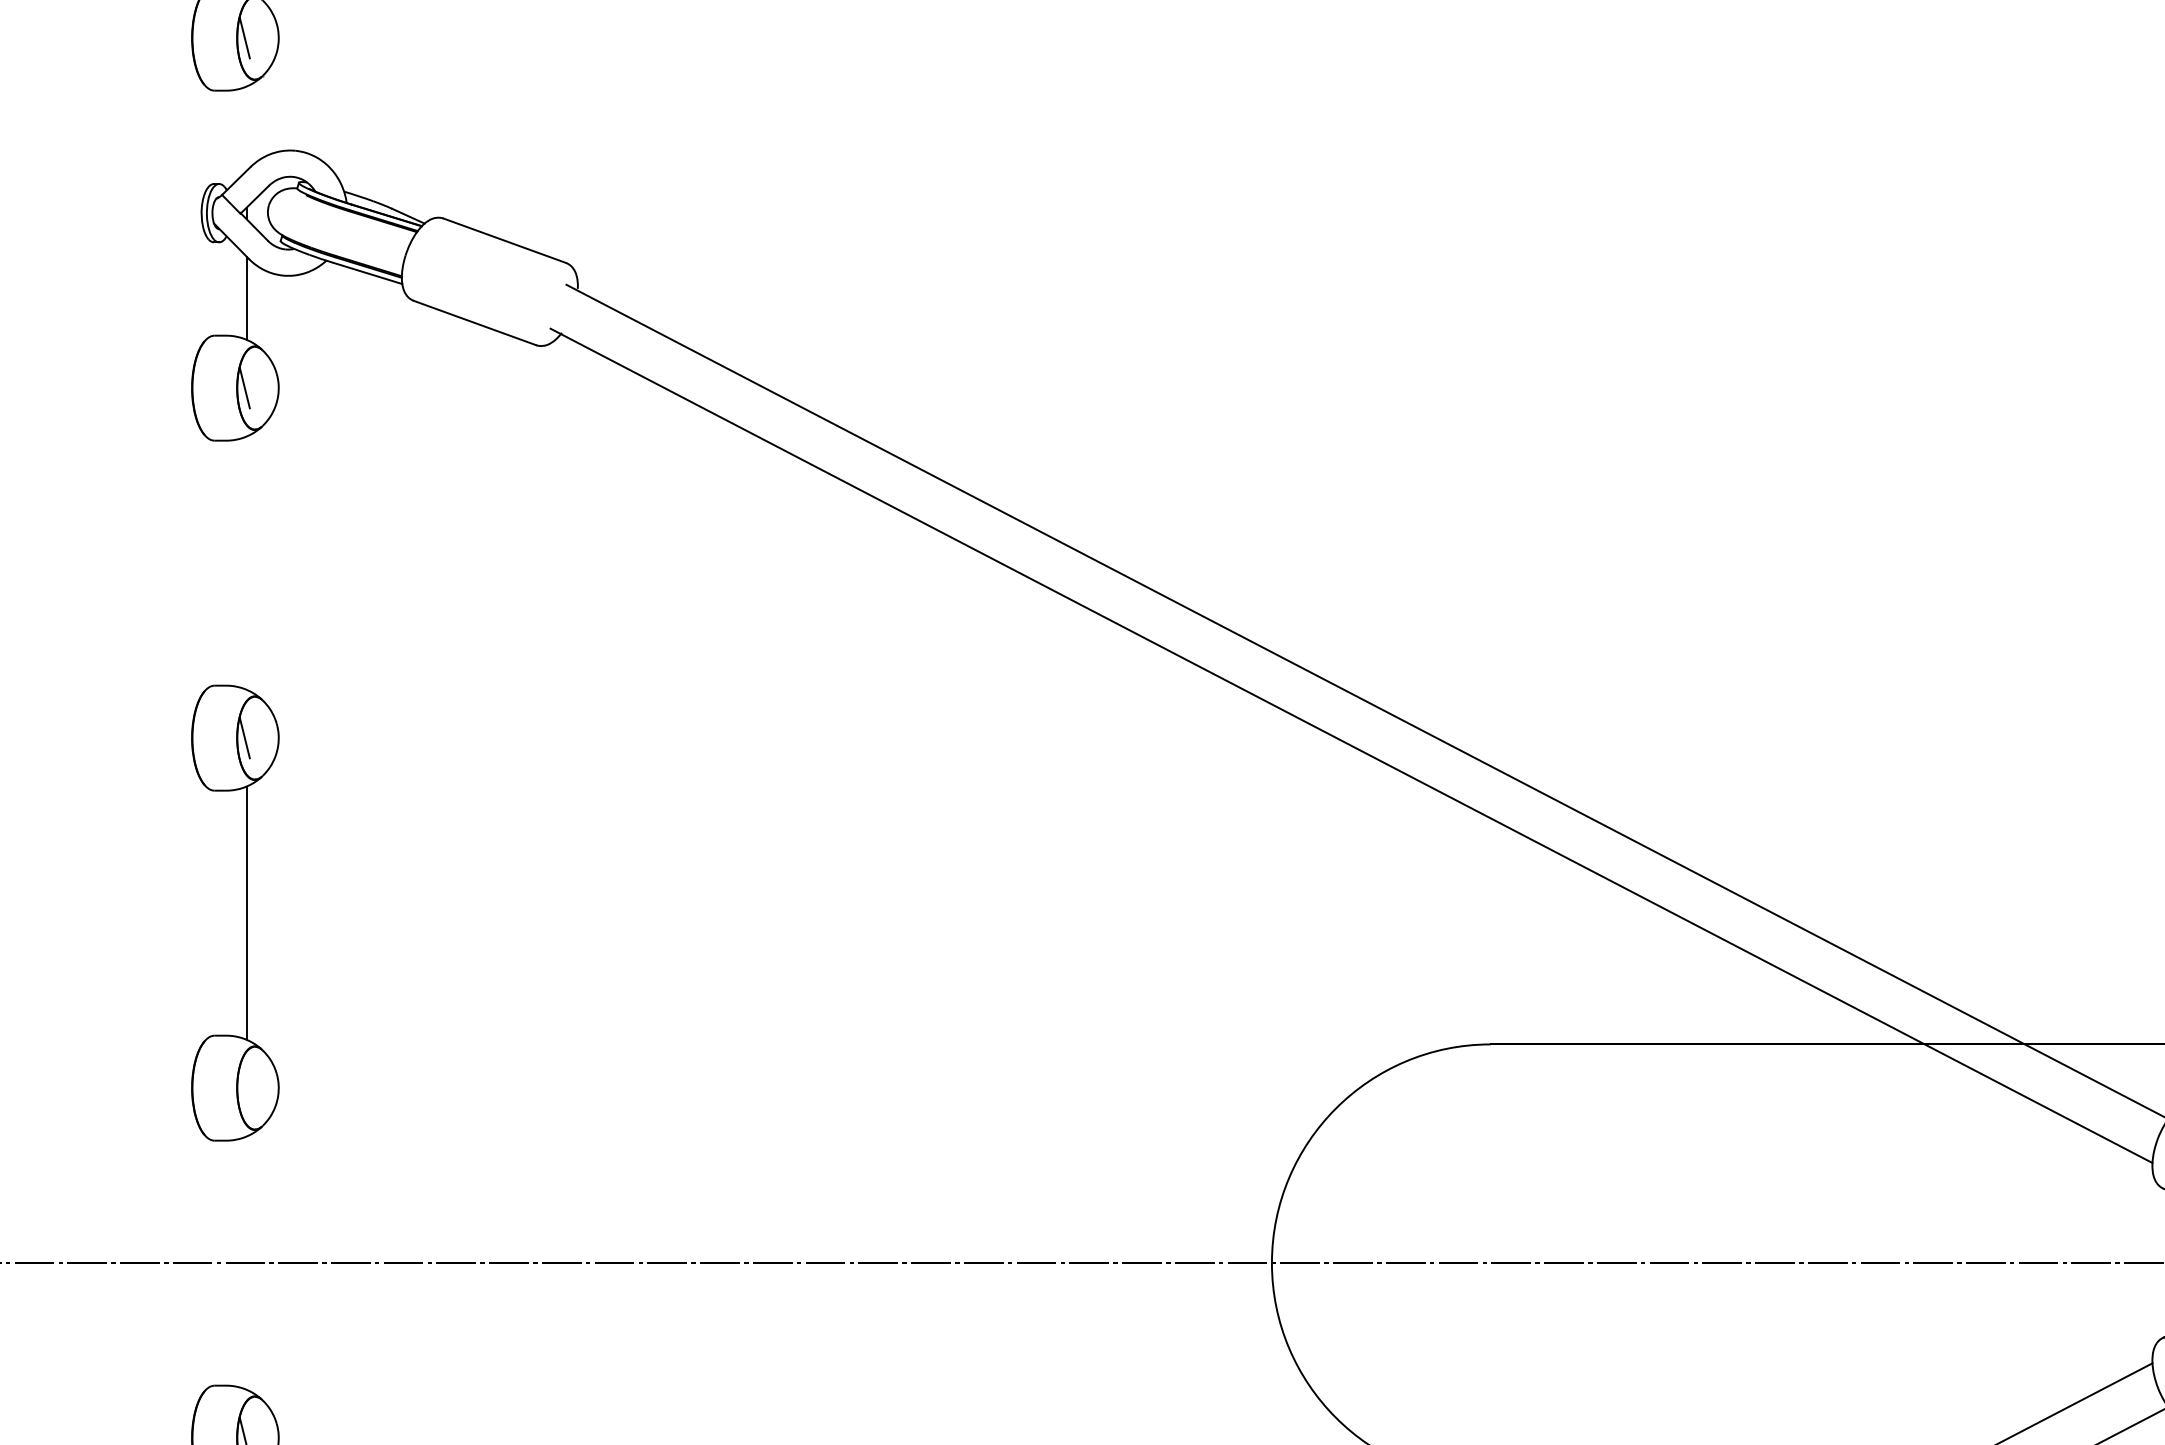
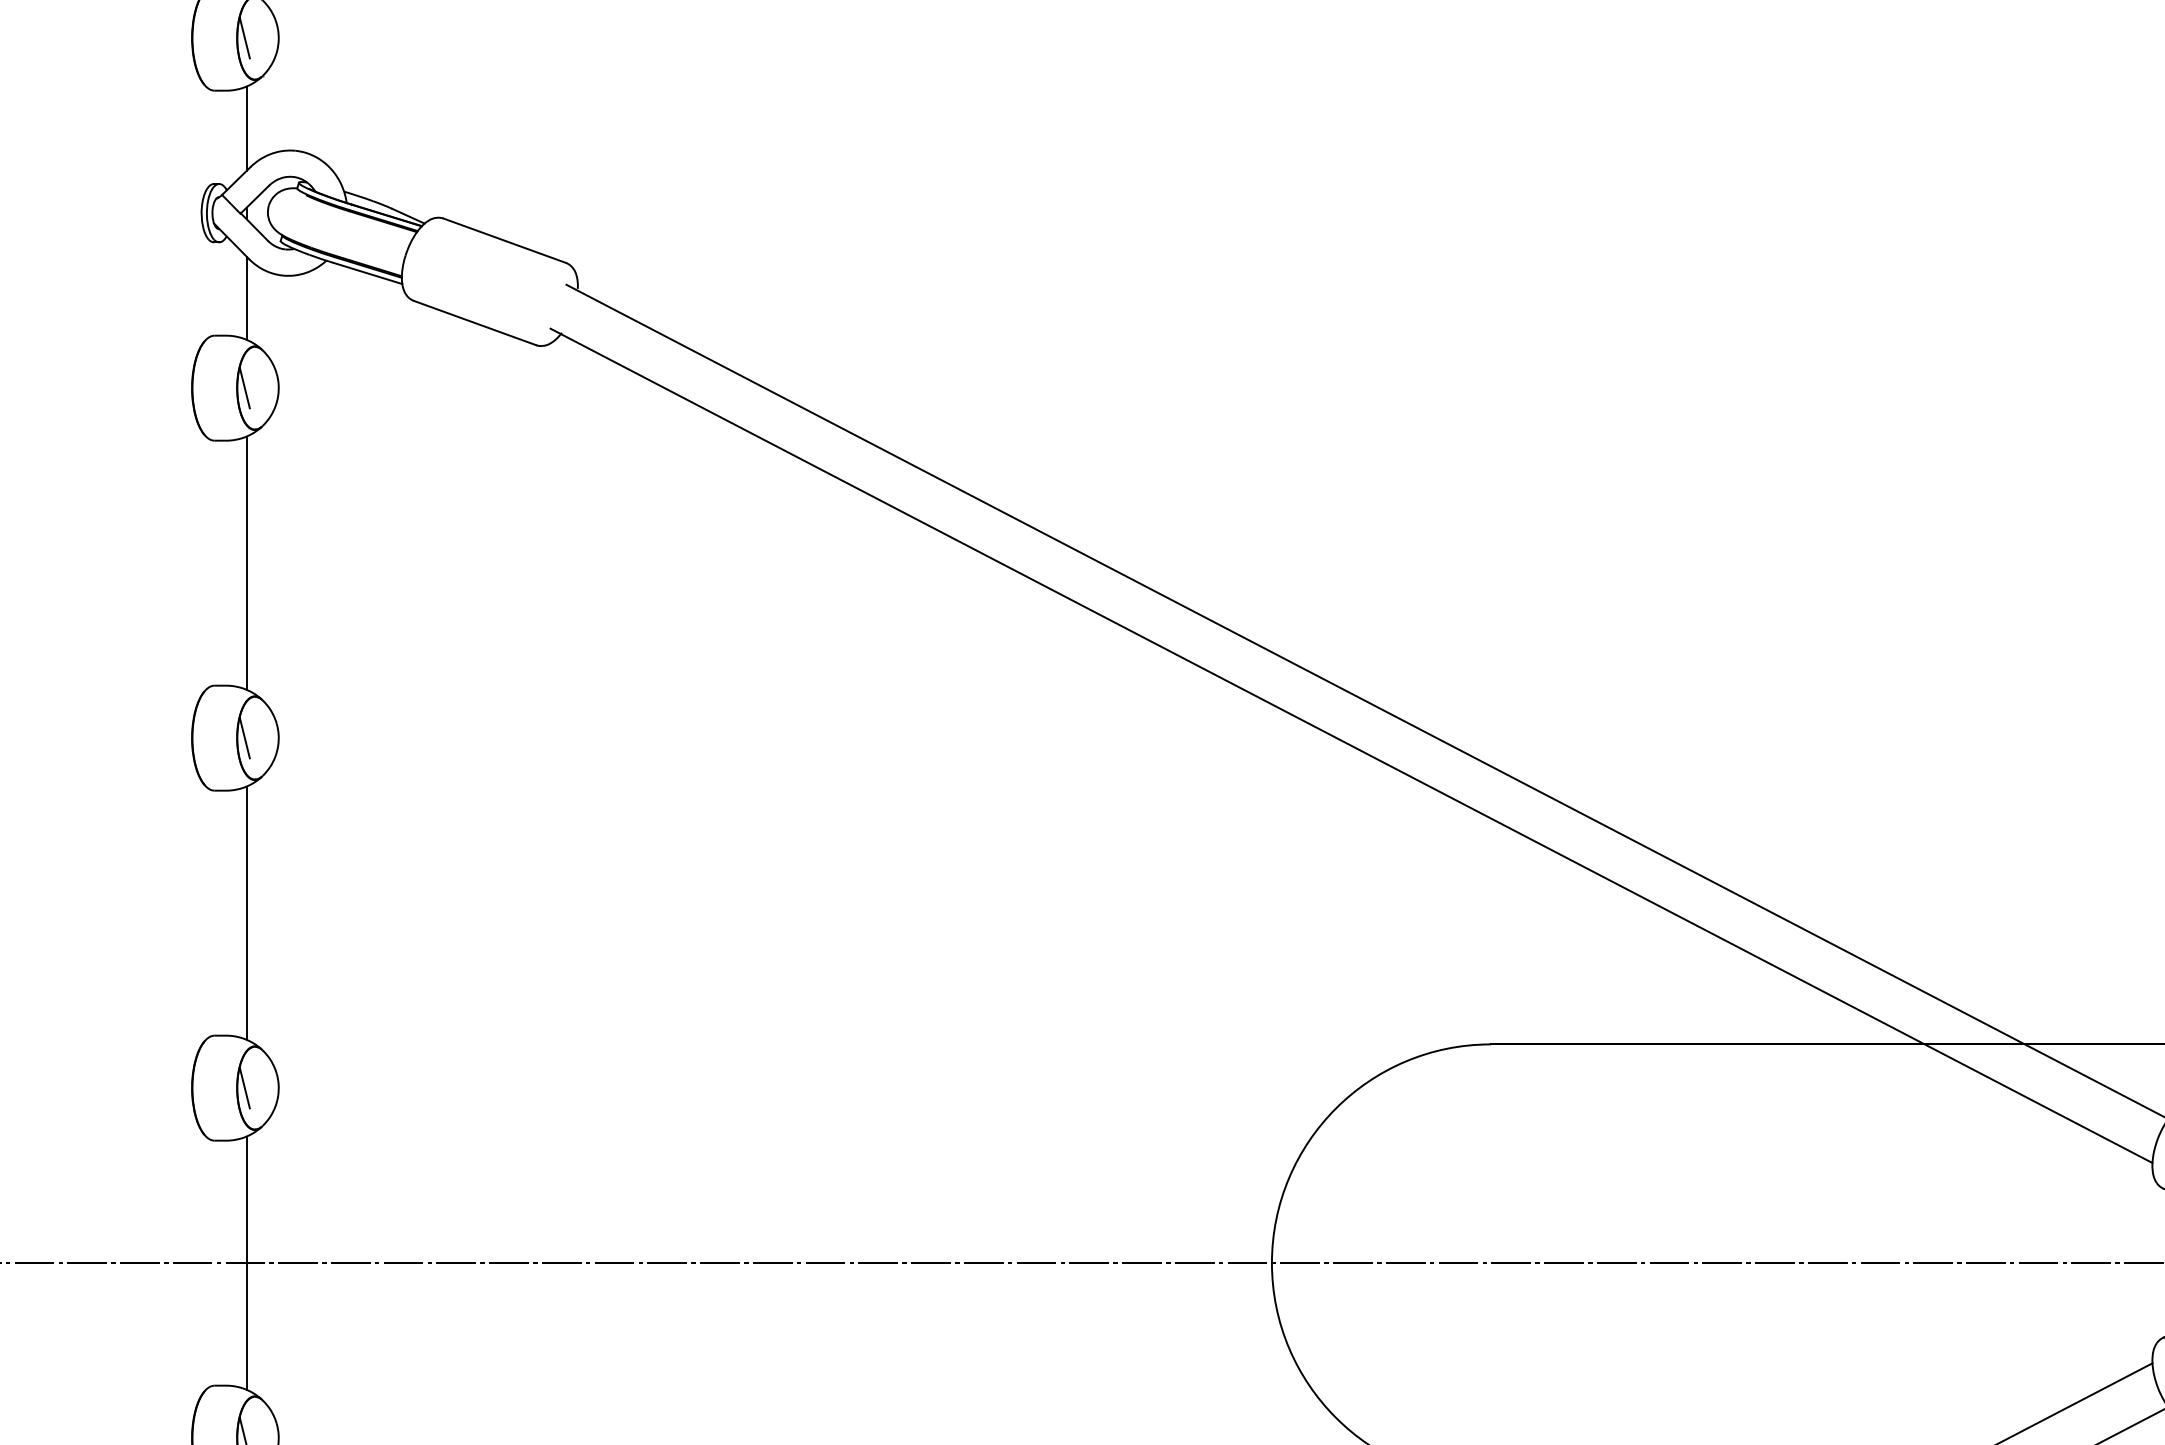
line at (246, 128): none -> present
line at (246, 562): none -> present
line at (244, 1088): none -> present
line at (246, 1262): none -> present
